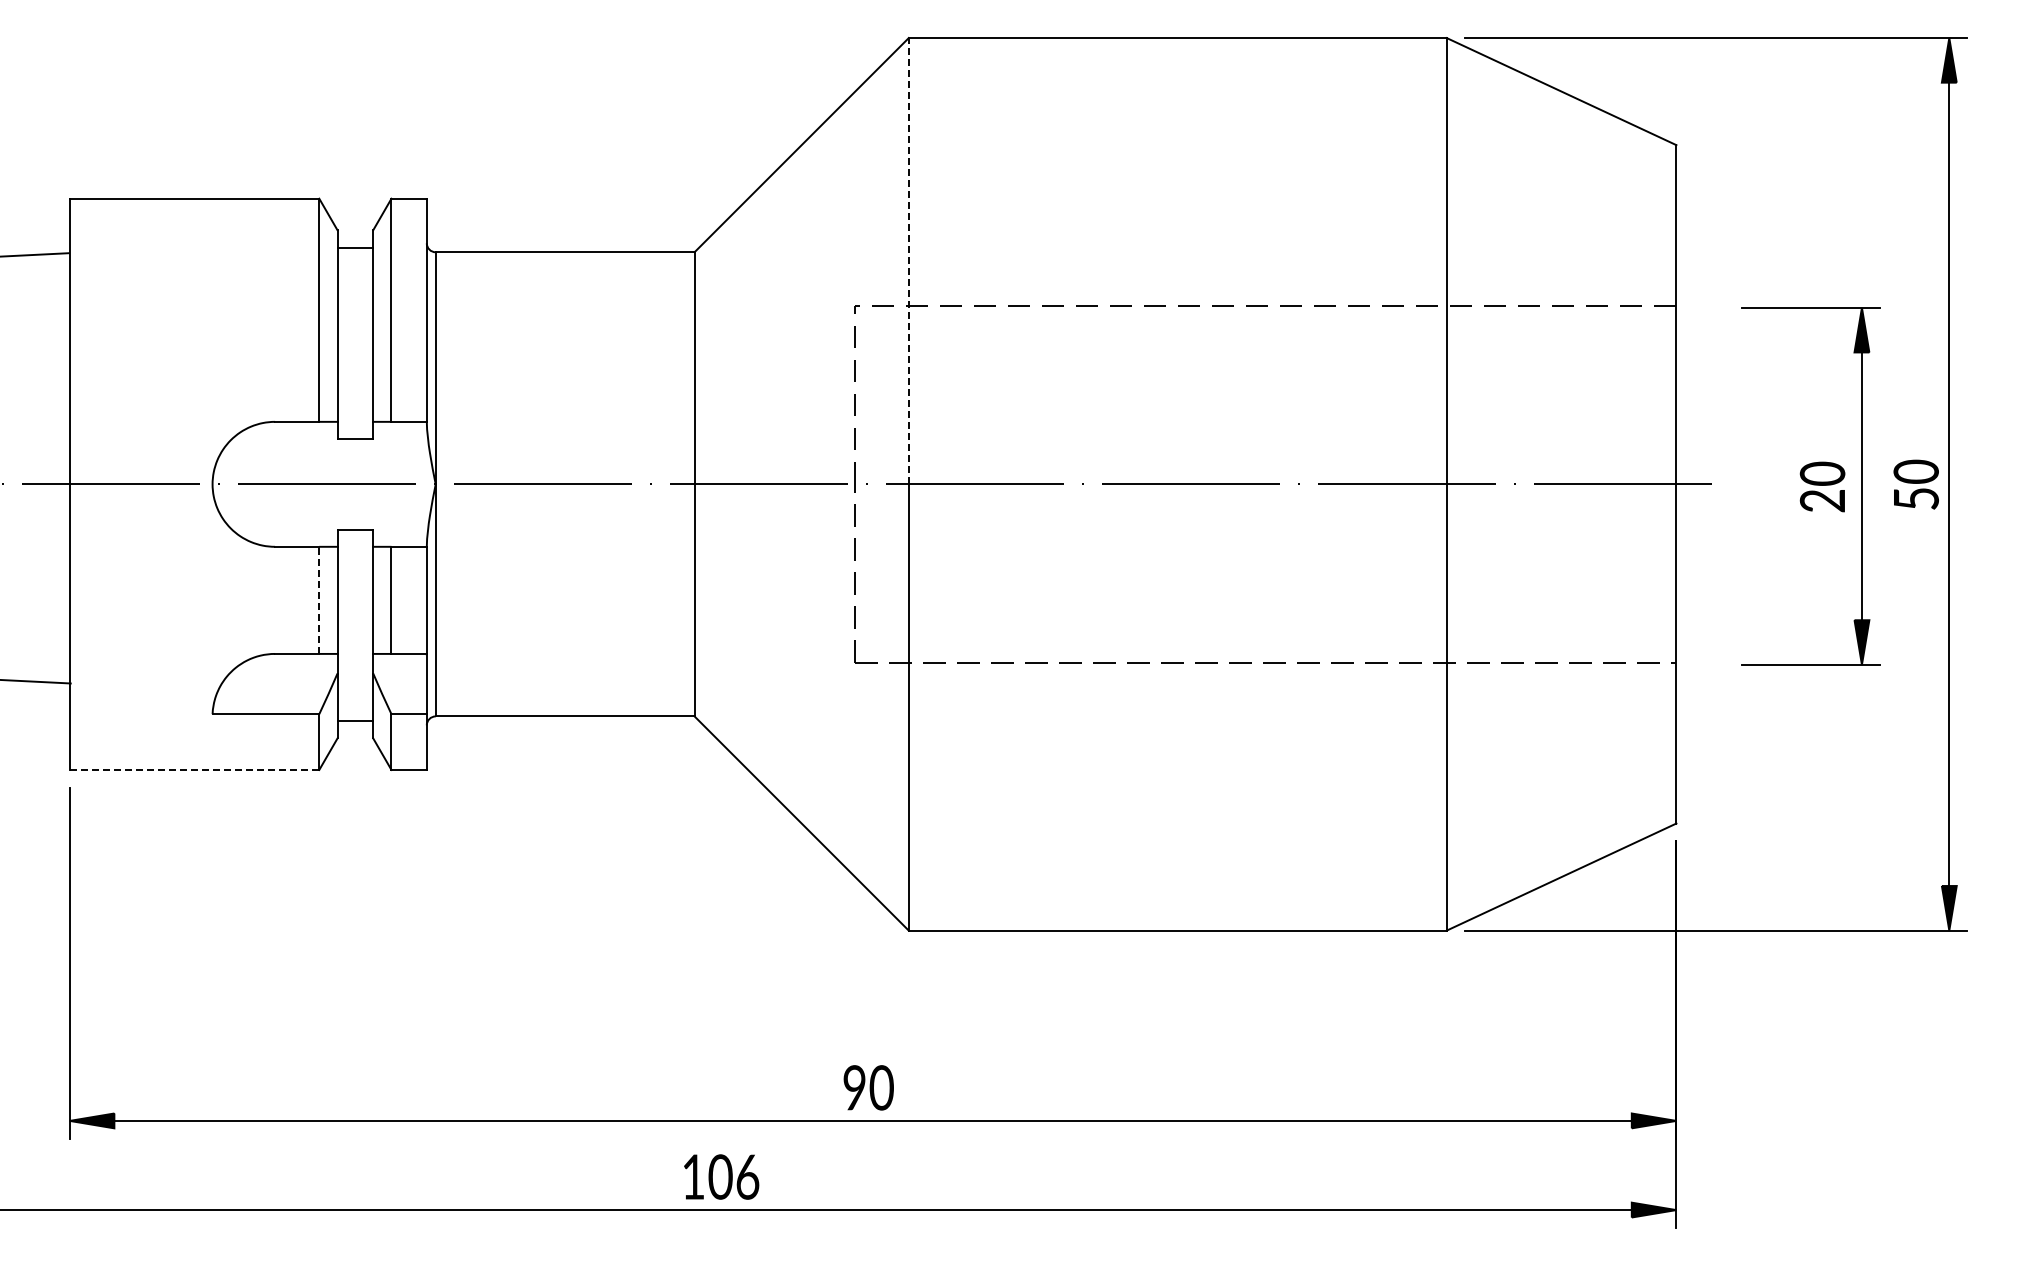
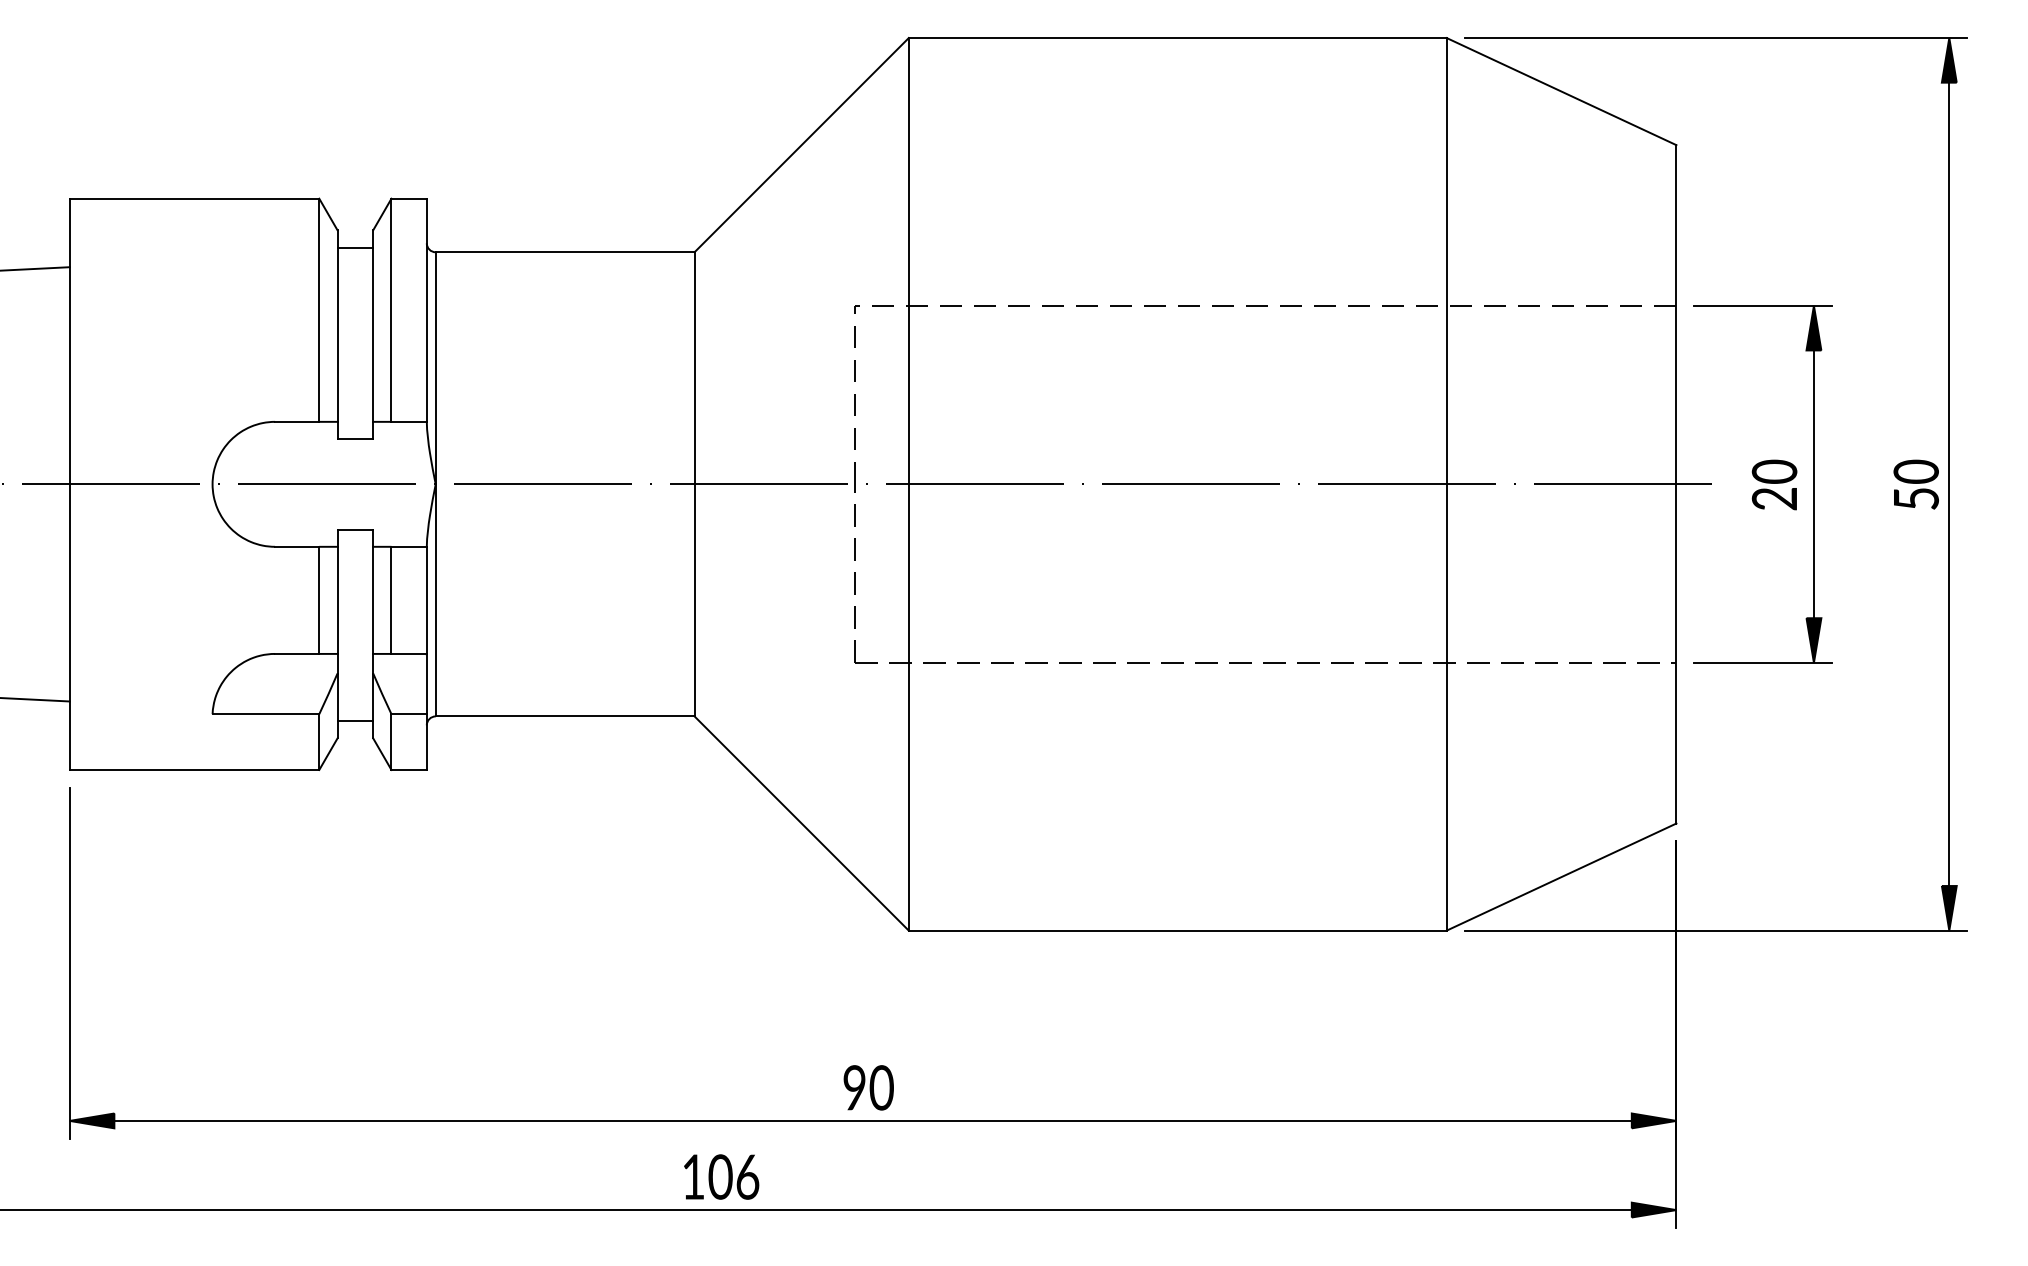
line at (35, 254) position: (35, 254) -> (35, 268)
line at (908, 260): dashed -> solid
part at (1810, 486) position: (1810, 486) -> (1762, 484)
line at (319, 600): dashed -> solid
line at (36, 681) position: (36, 681) -> (35, 699)
line at (194, 769): dashed -> solid
